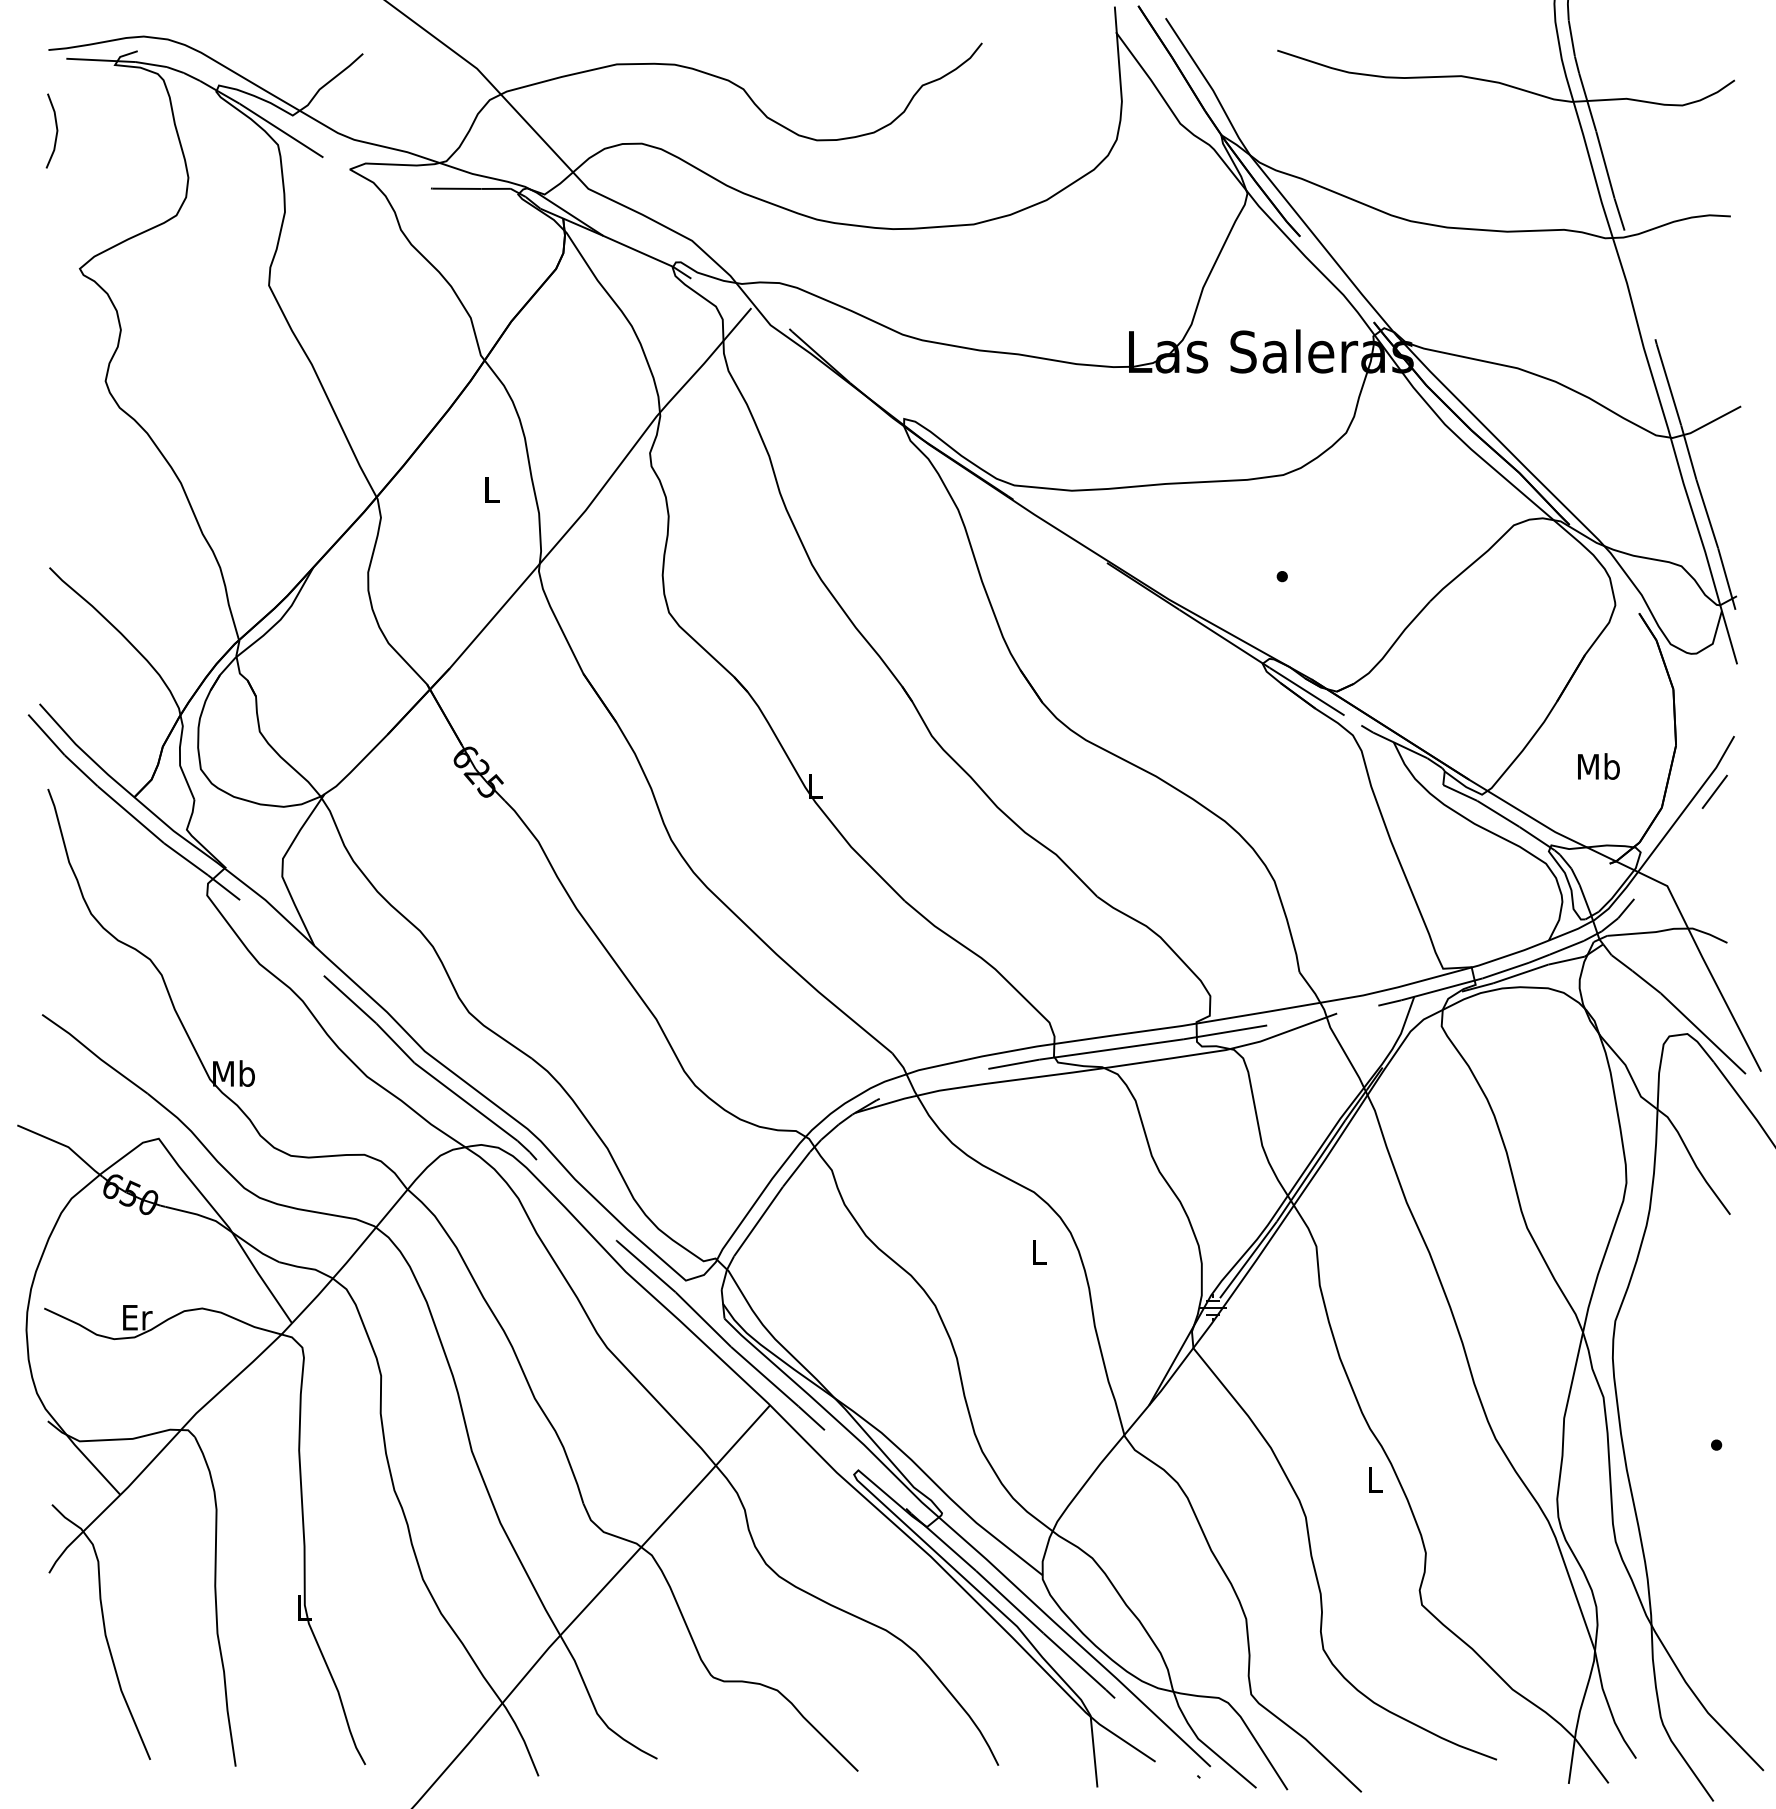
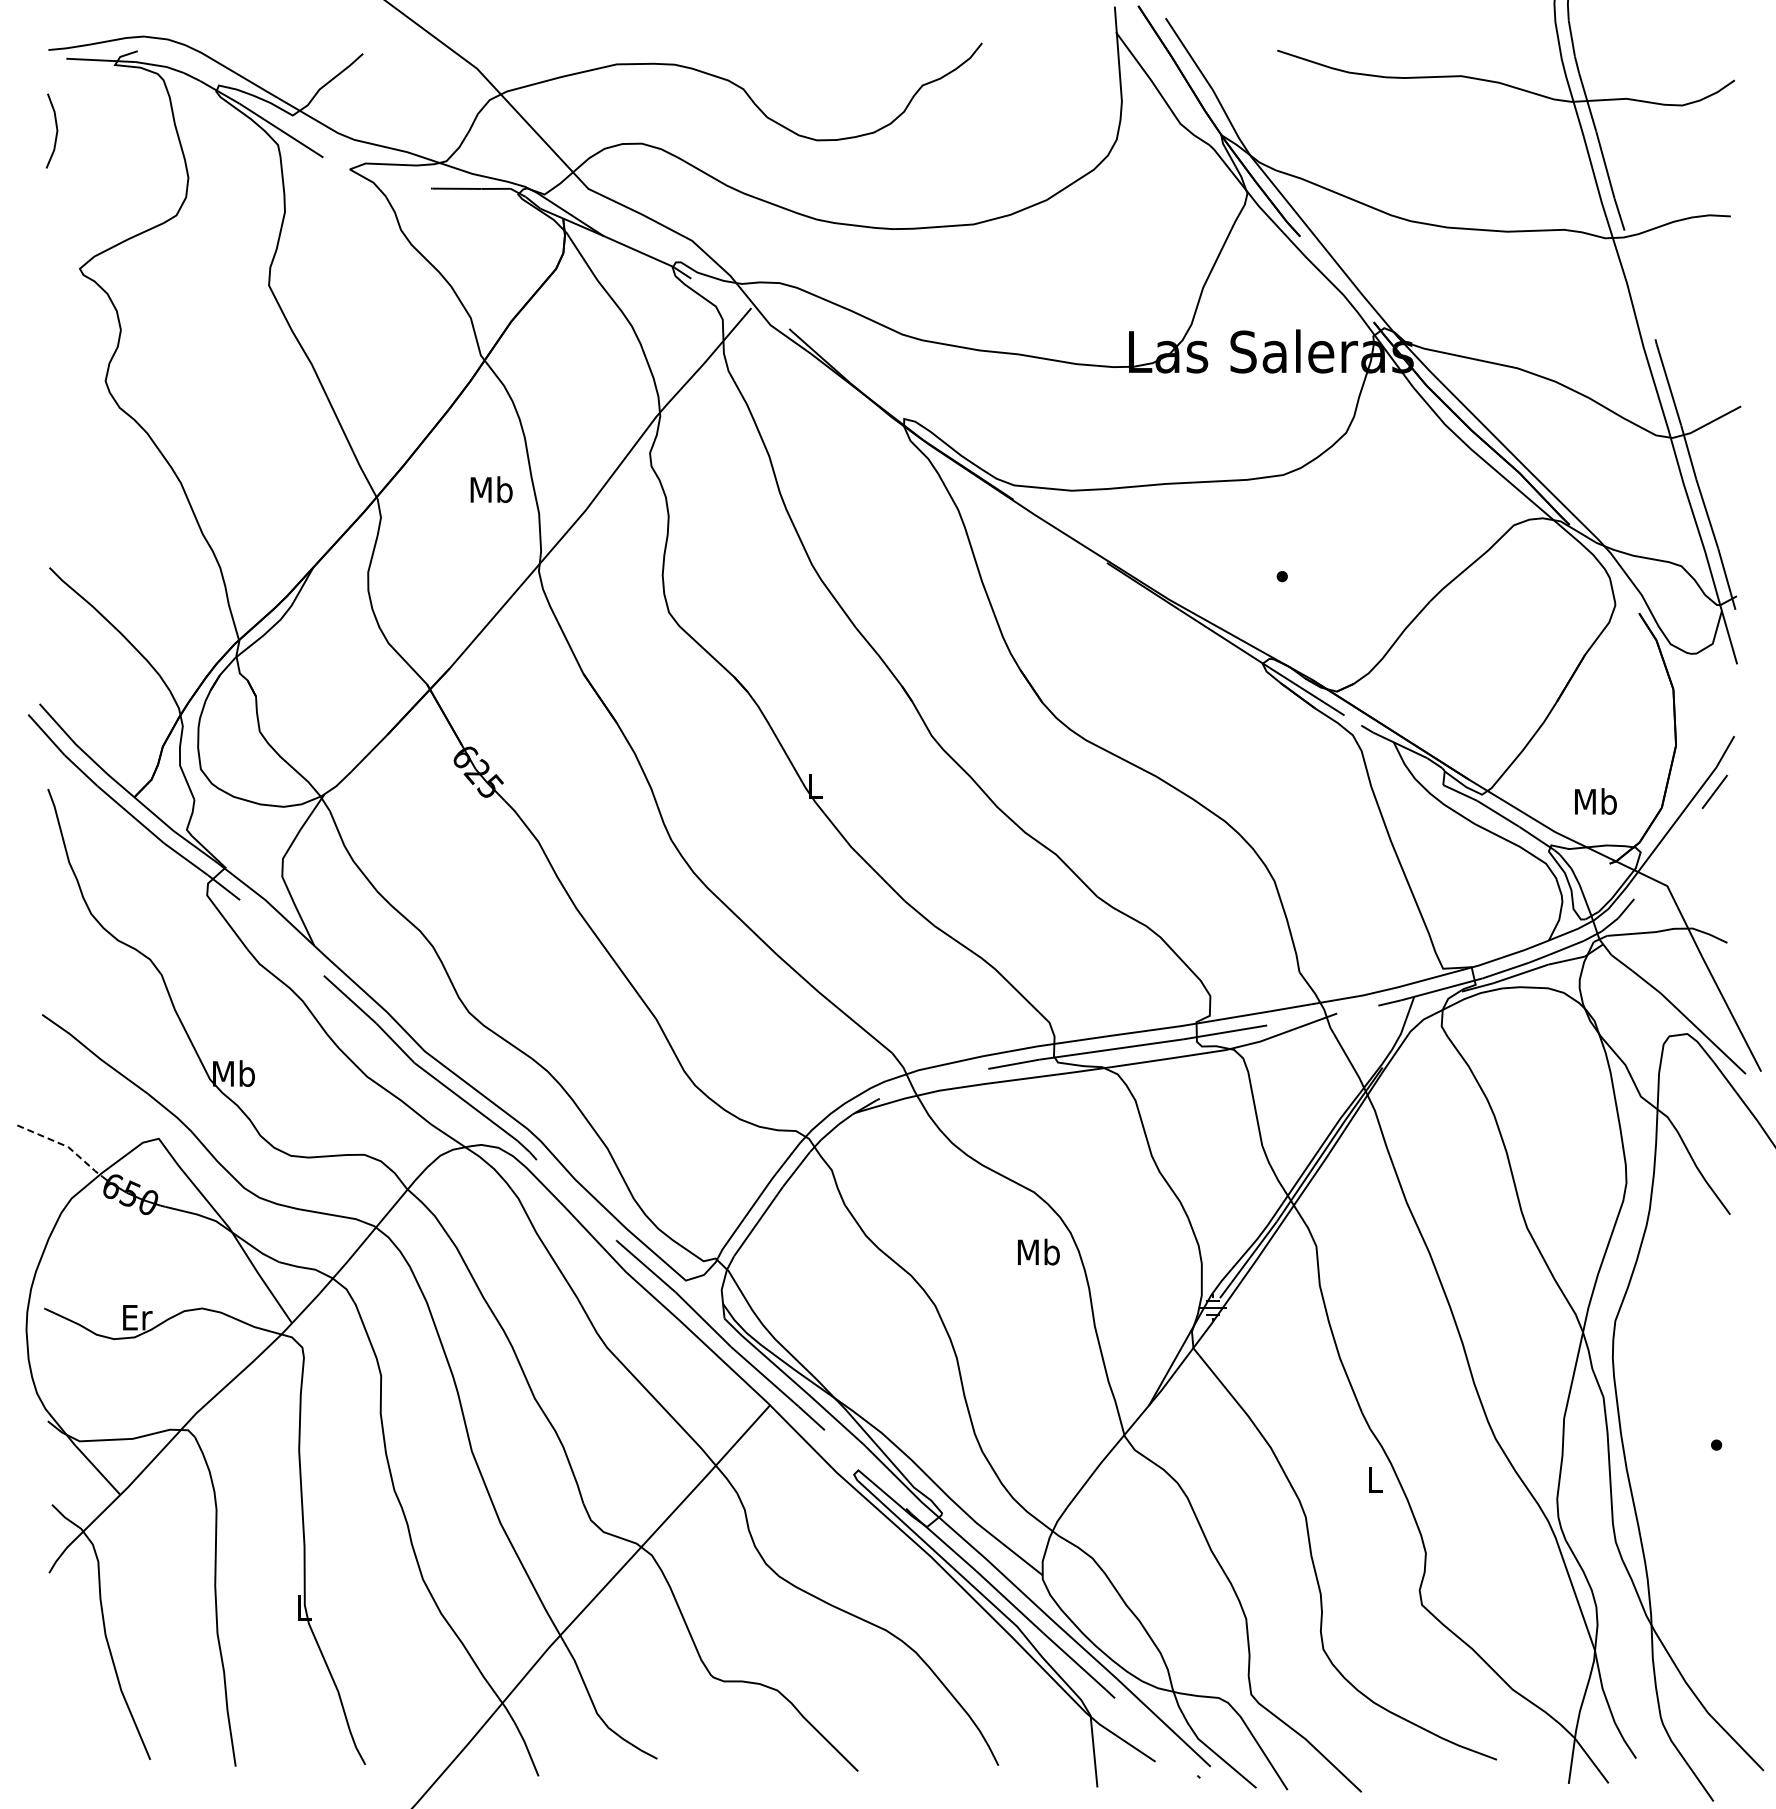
text at (491, 489): L -> Mb
text at (1598, 766) position: (1598, 766) -> (1595, 801)
line at (64, 1145): solid -> dashed
text at (1038, 1251): L -> Mb
